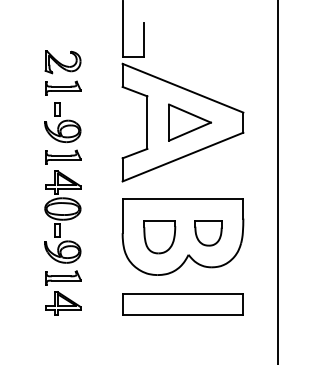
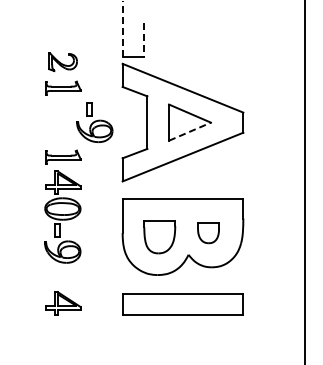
line at (122, 29): solid -> dashed
line at (144, 40): solid -> dashed
part at (62, 62) size: 38x25 px -> 30x21 px
part at (62, 122) position: (62, 122) -> (94, 122)
line at (190, 131): solid -> dashed
line at (277, 181) position: (277, 181) -> (304, 181)
part at (208, 233) size: 29x27 px -> 23x23 px
part at (63, 277): present -> none
